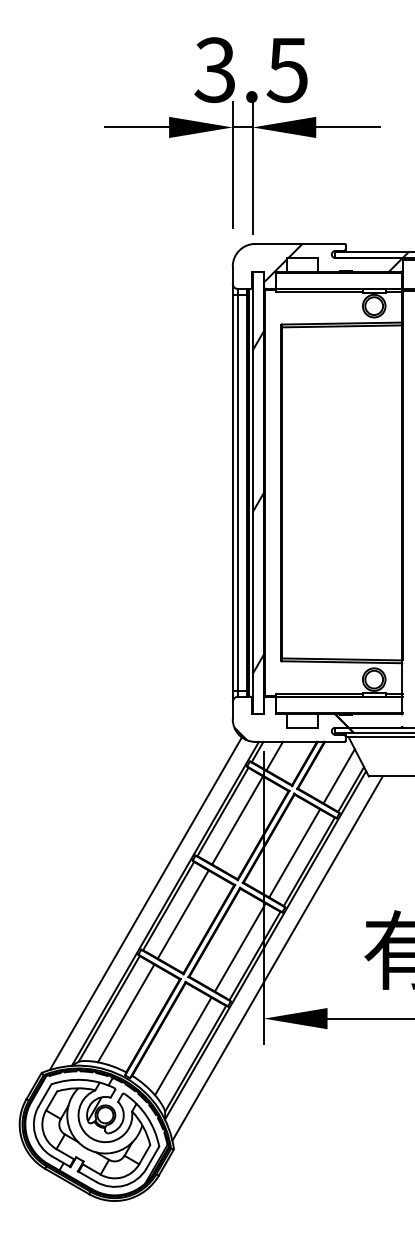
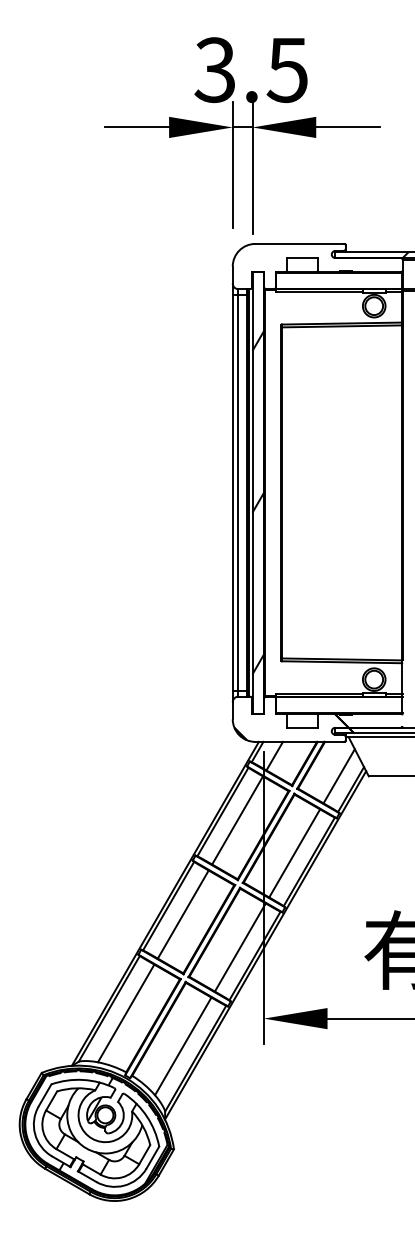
hatch at (333, 262): present -> none
line at (145, 903): present -> none
line at (277, 958): present -> none
